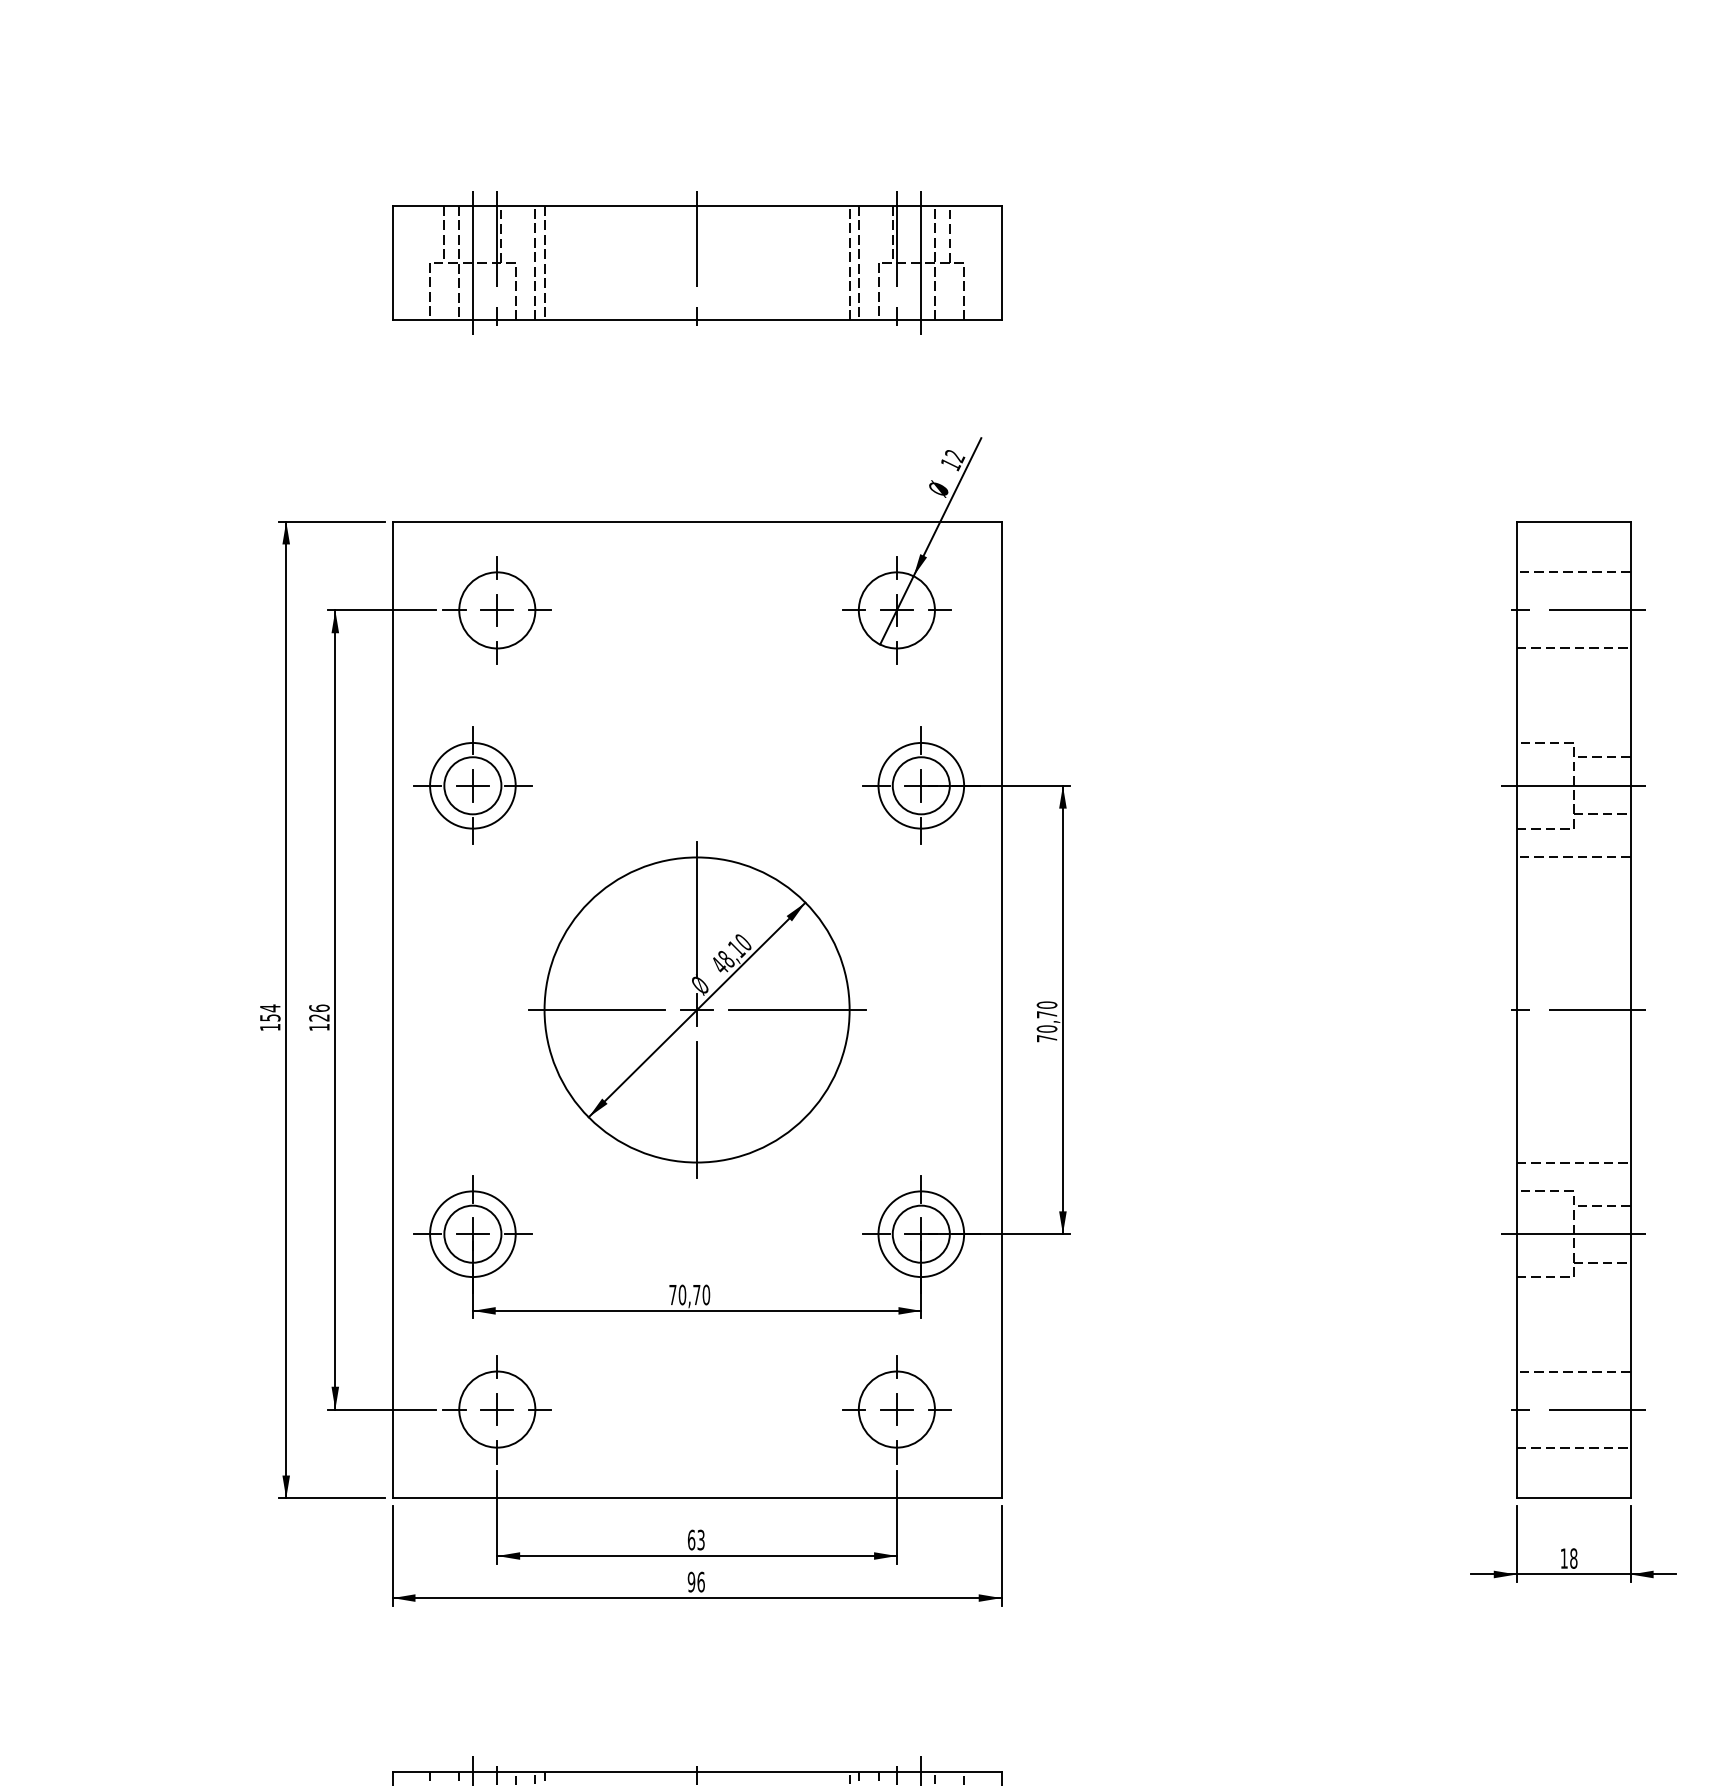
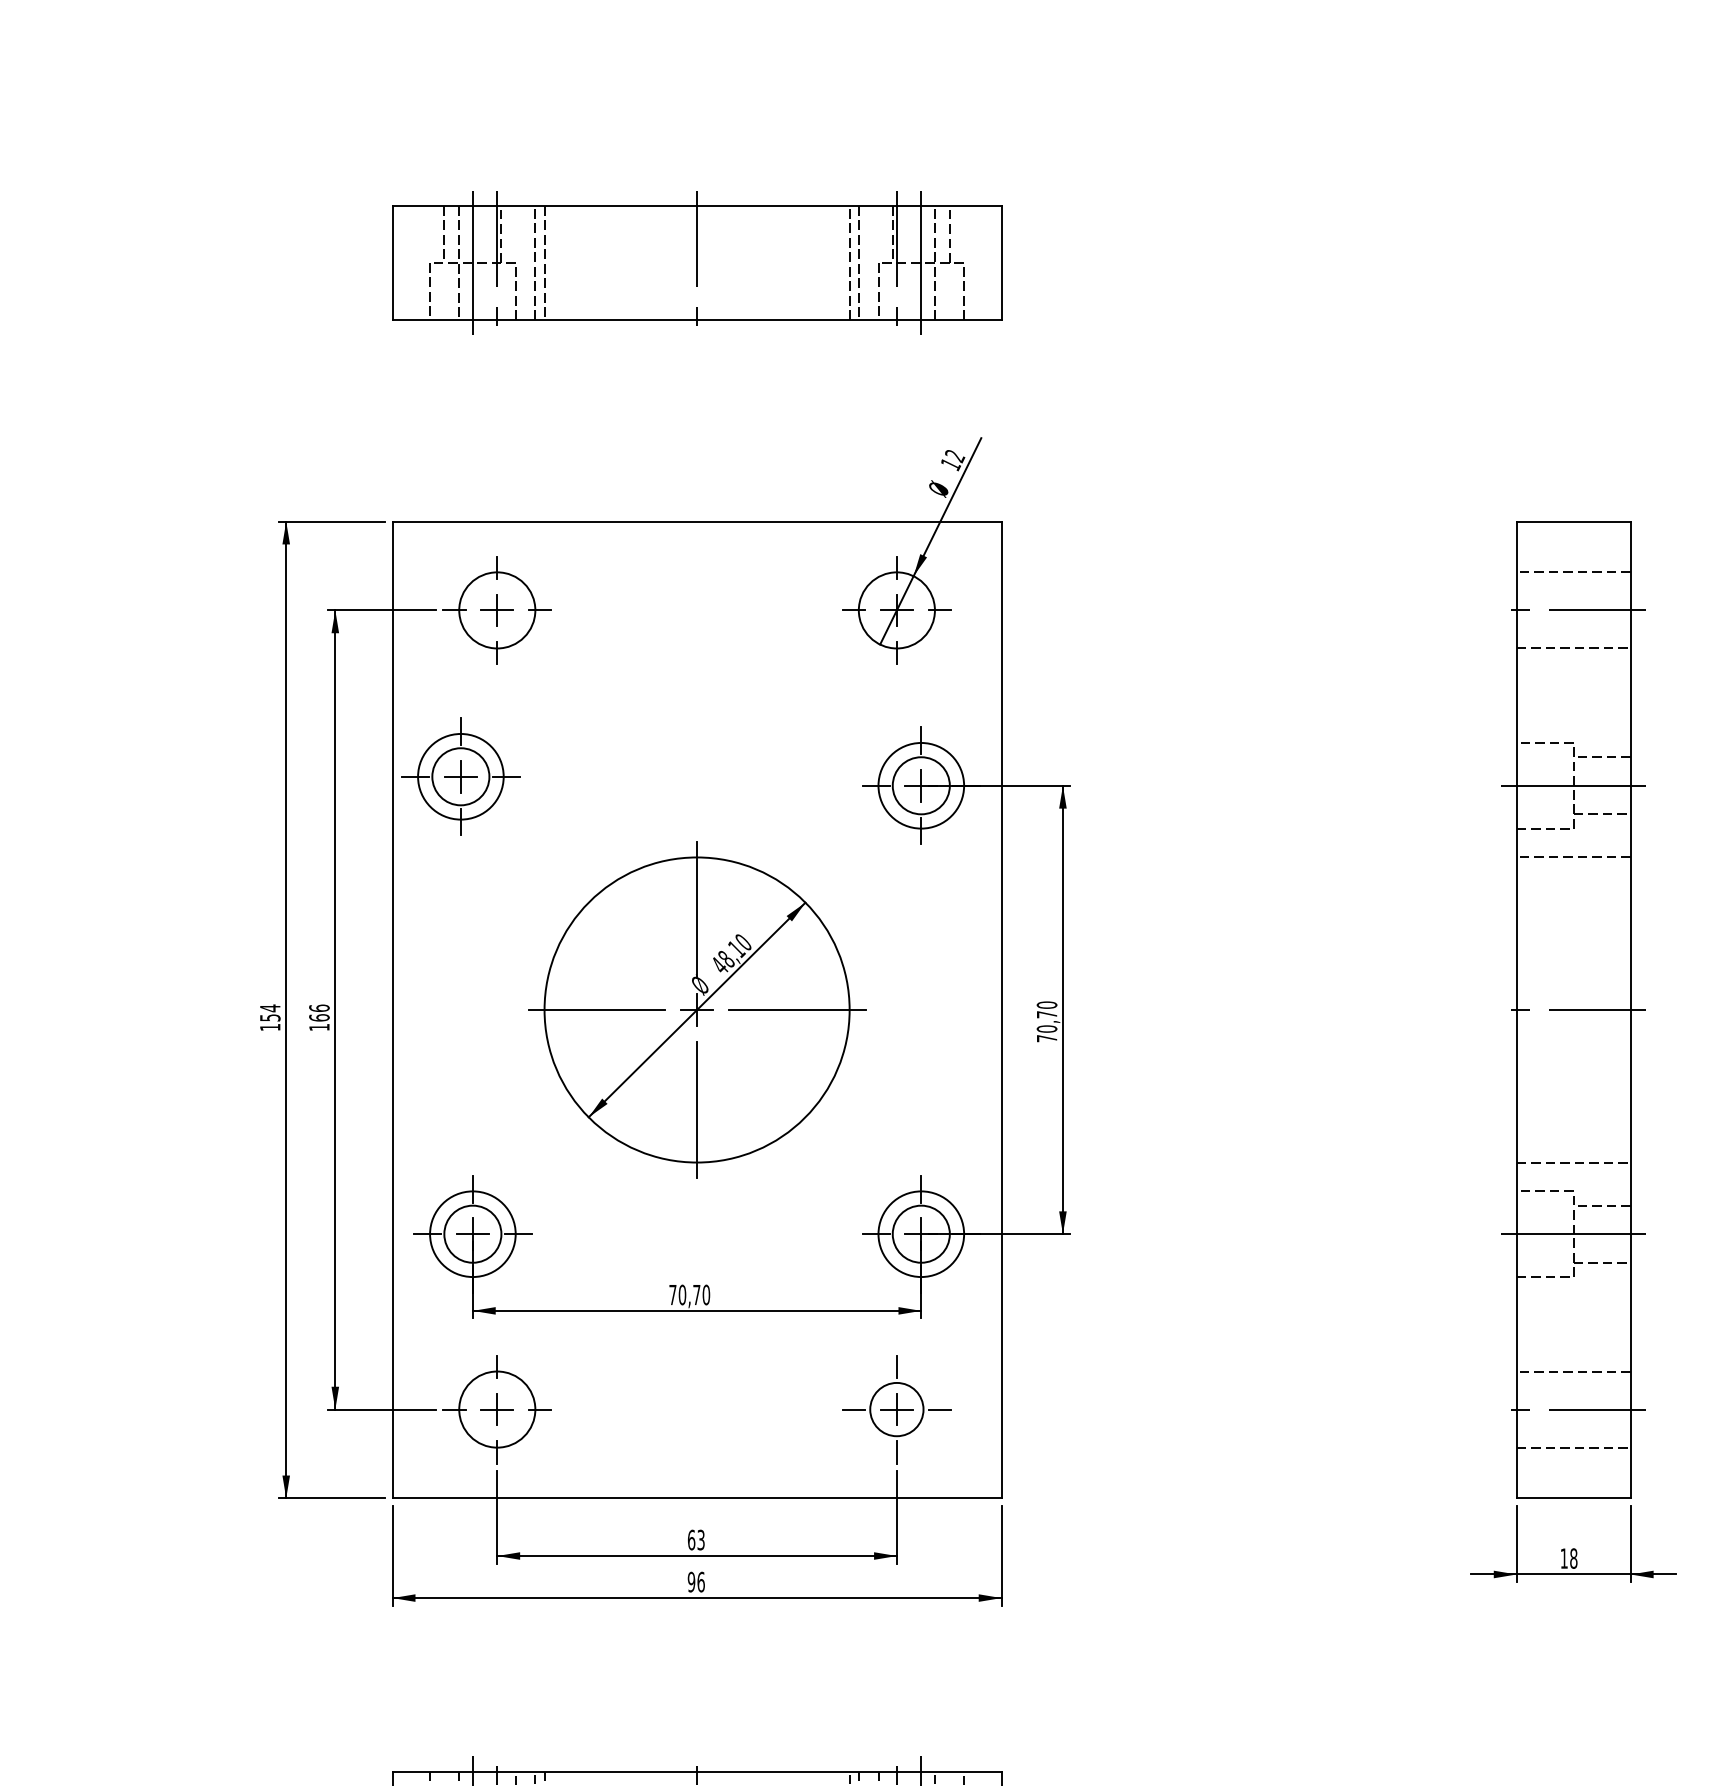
part at (472, 785) position: (472, 785) -> (460, 776)
text at (319, 1017): 126 -> 166
circle at (896, 1409) diameter: 76 px -> 53 px
